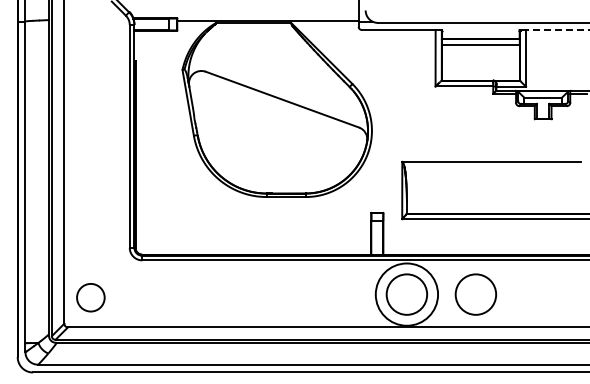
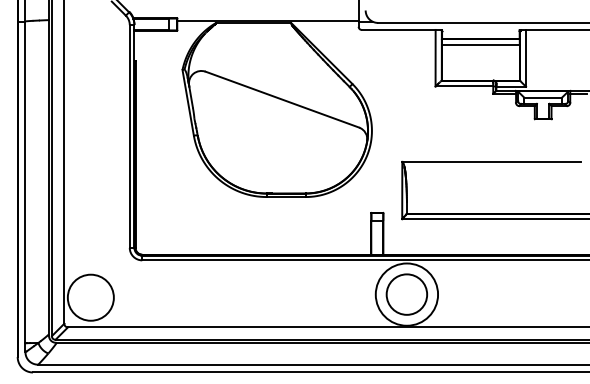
line at (555, 29): dashed -> solid
circle at (475, 294): present -> none
circle at (90, 297) diameter: 28 px -> 46 px
